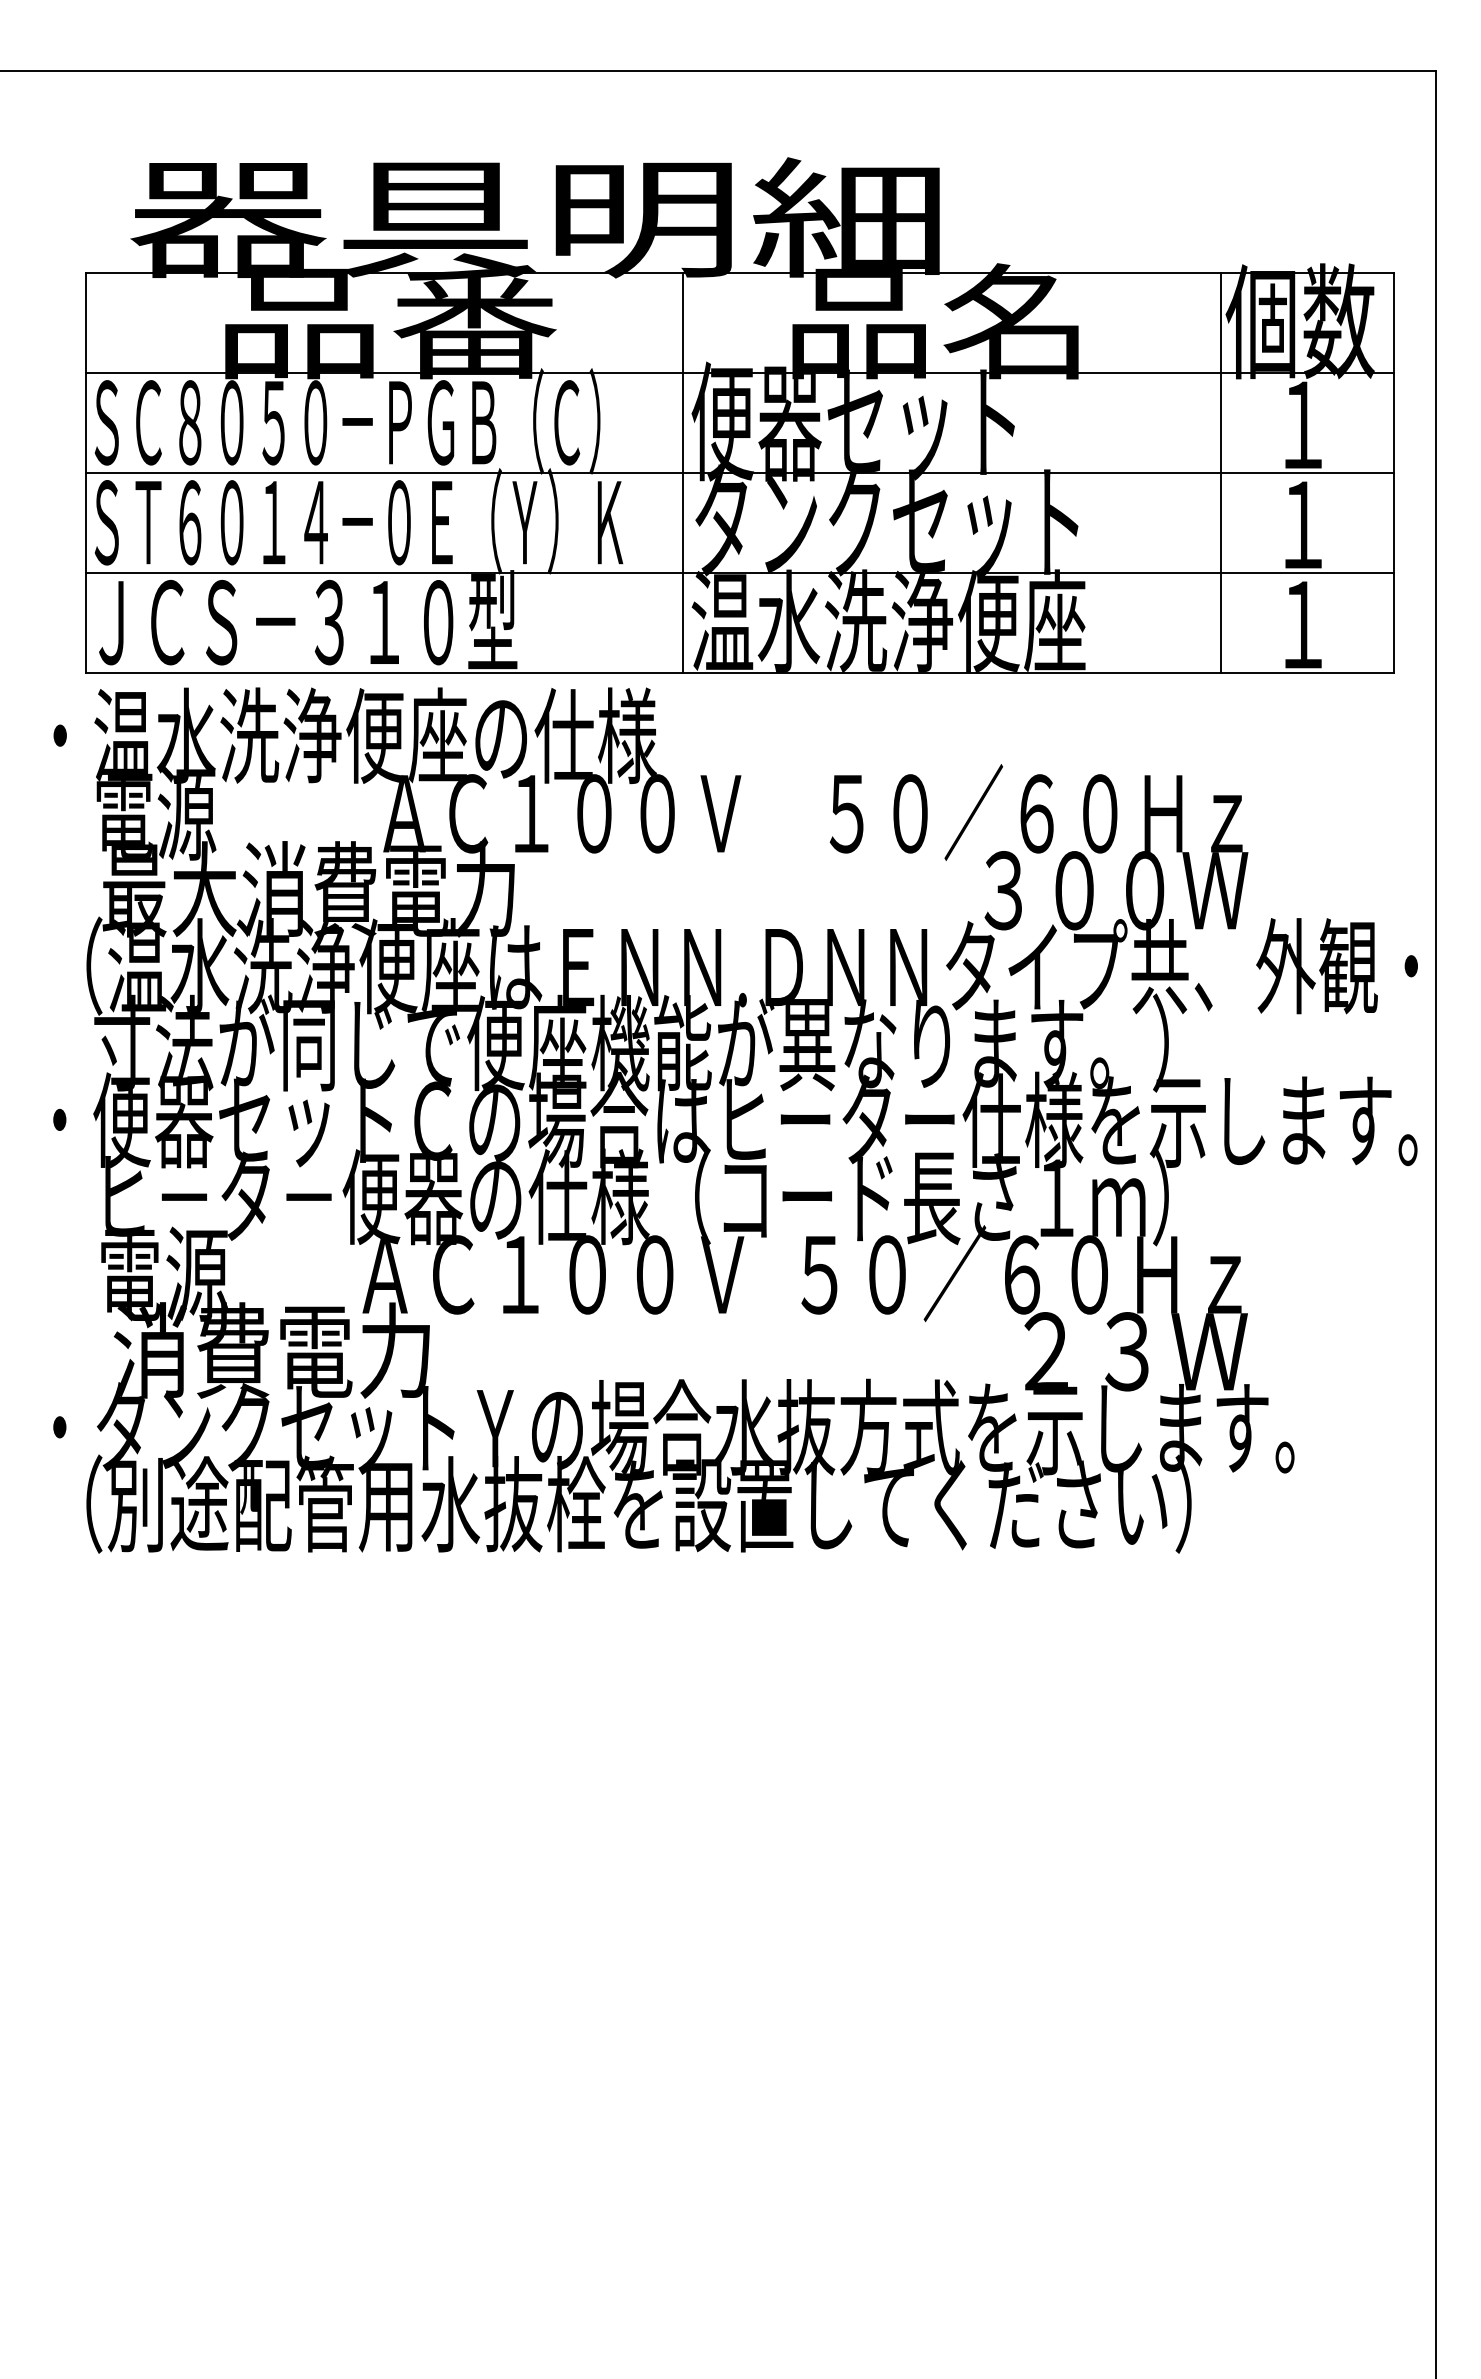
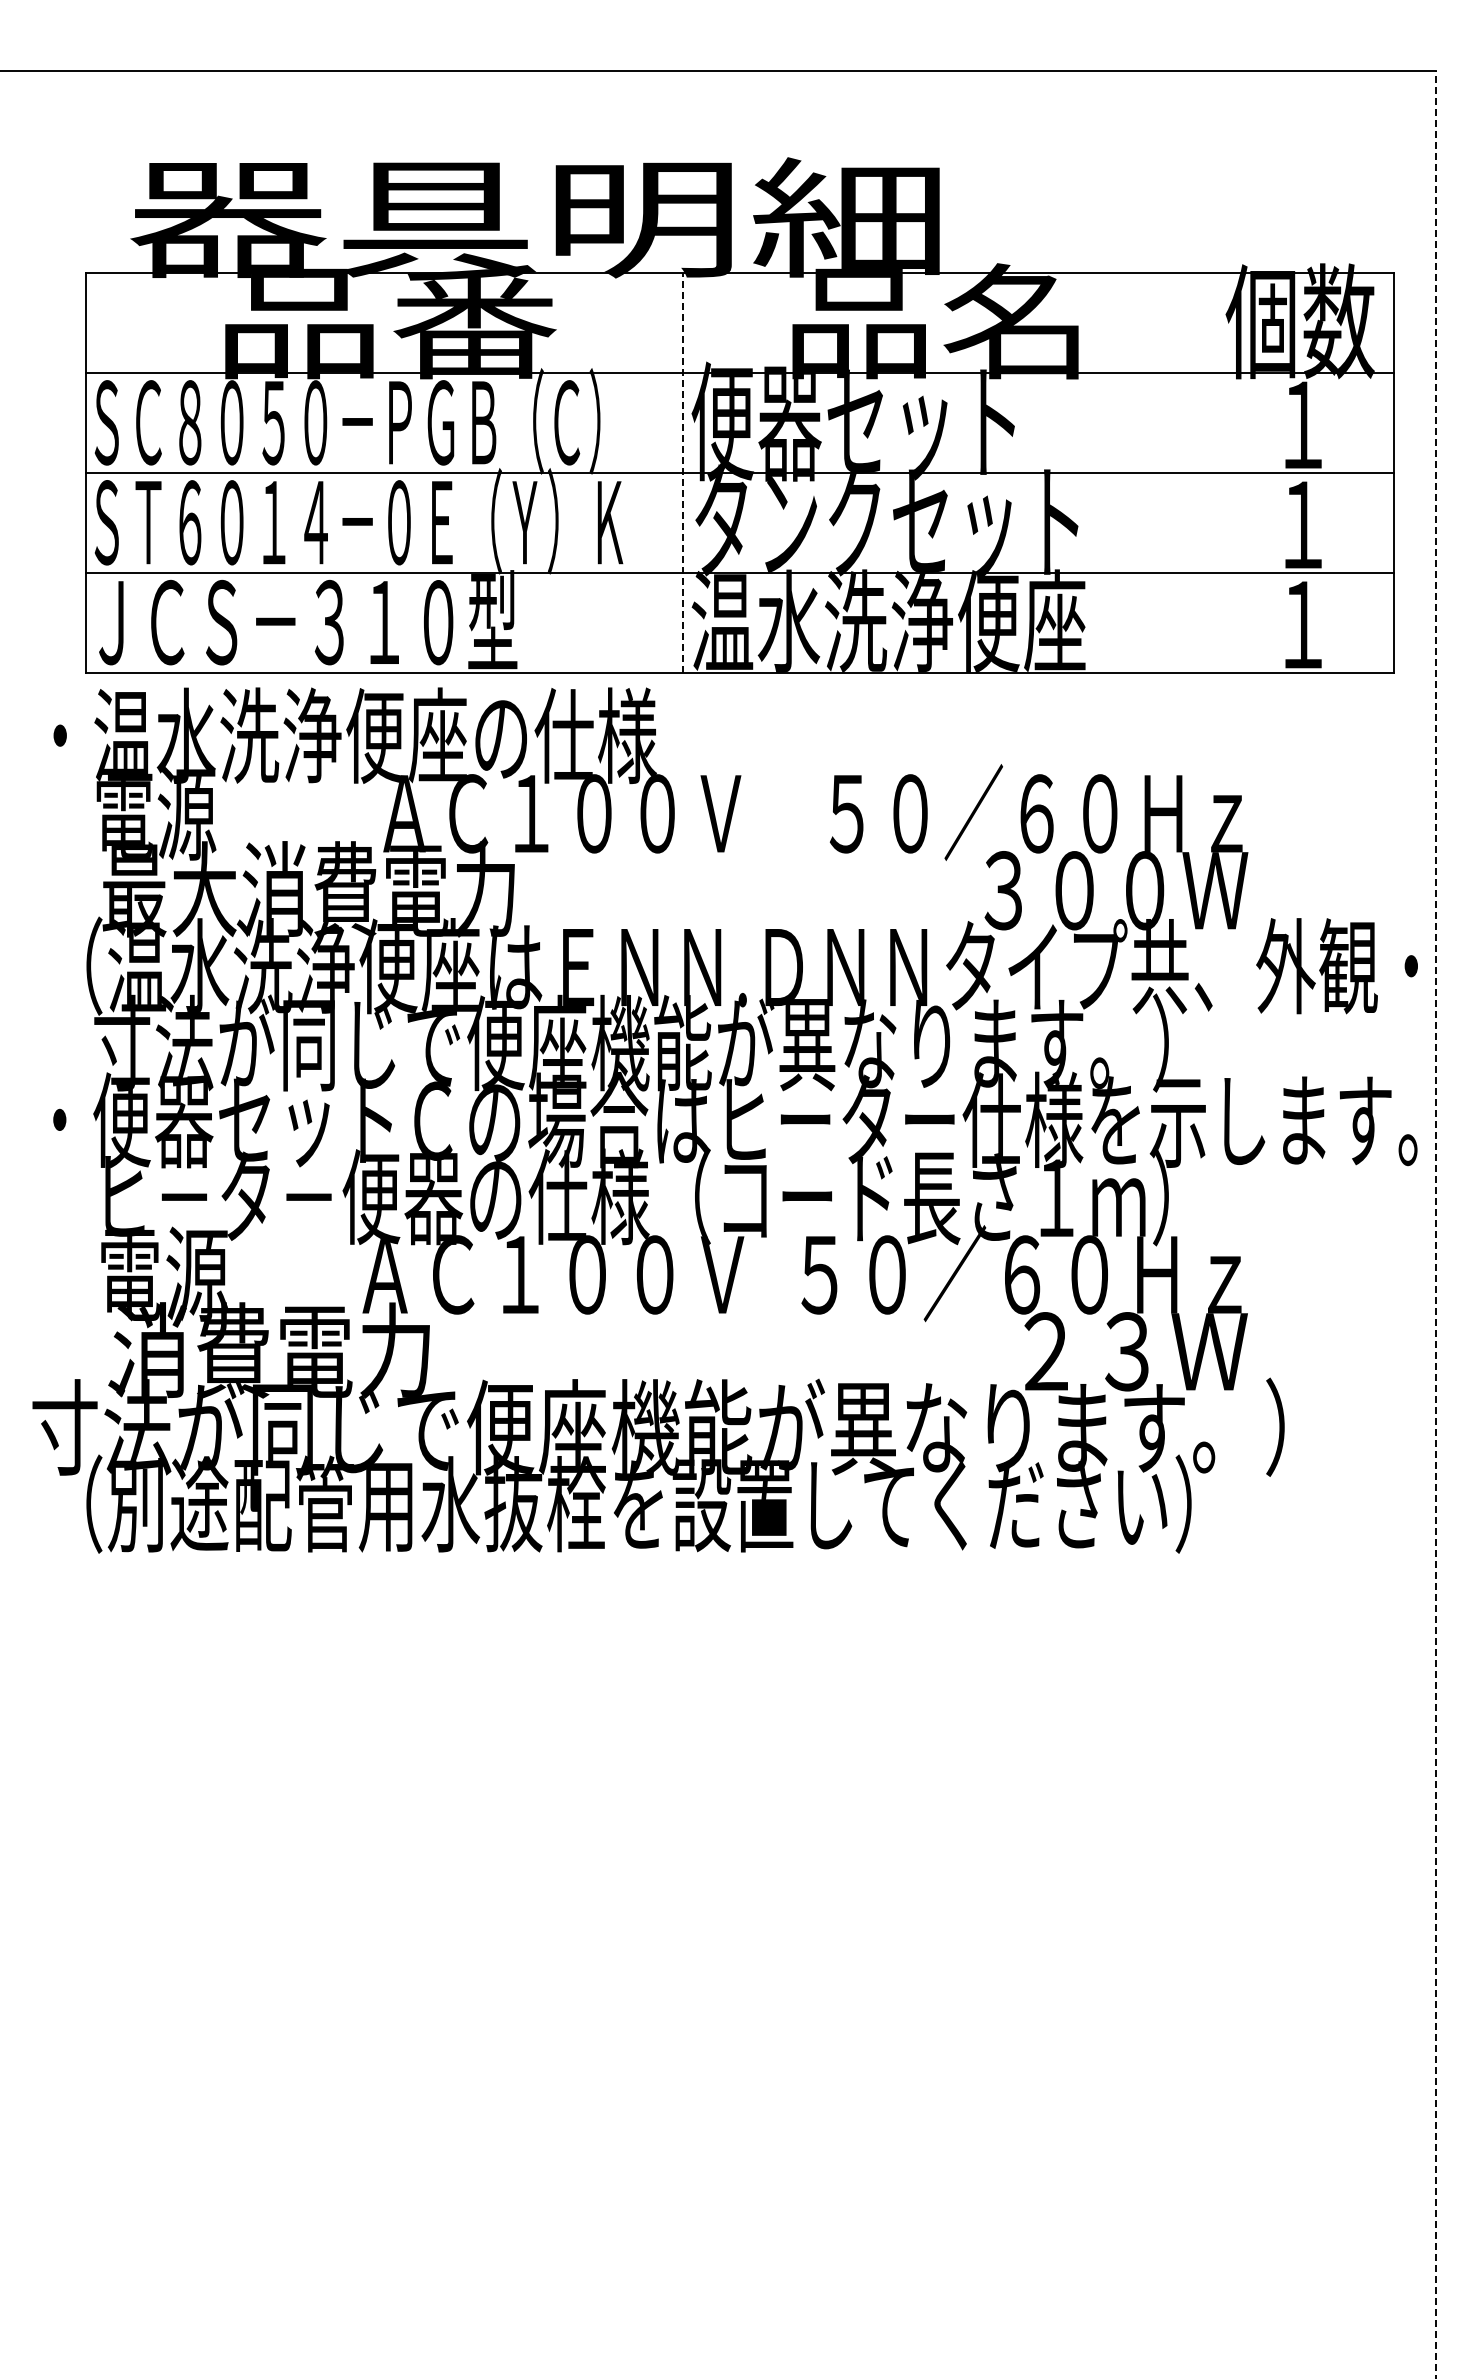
line at (683, 472): solid -> dashed
line at (1221, 472): present -> none
line at (1436, 1224): solid -> dashed
text at (663, 1426): ・タンクセットＹの場合水抜方式を示します。 -> 寸法が同じで便座機能が異なります。）
